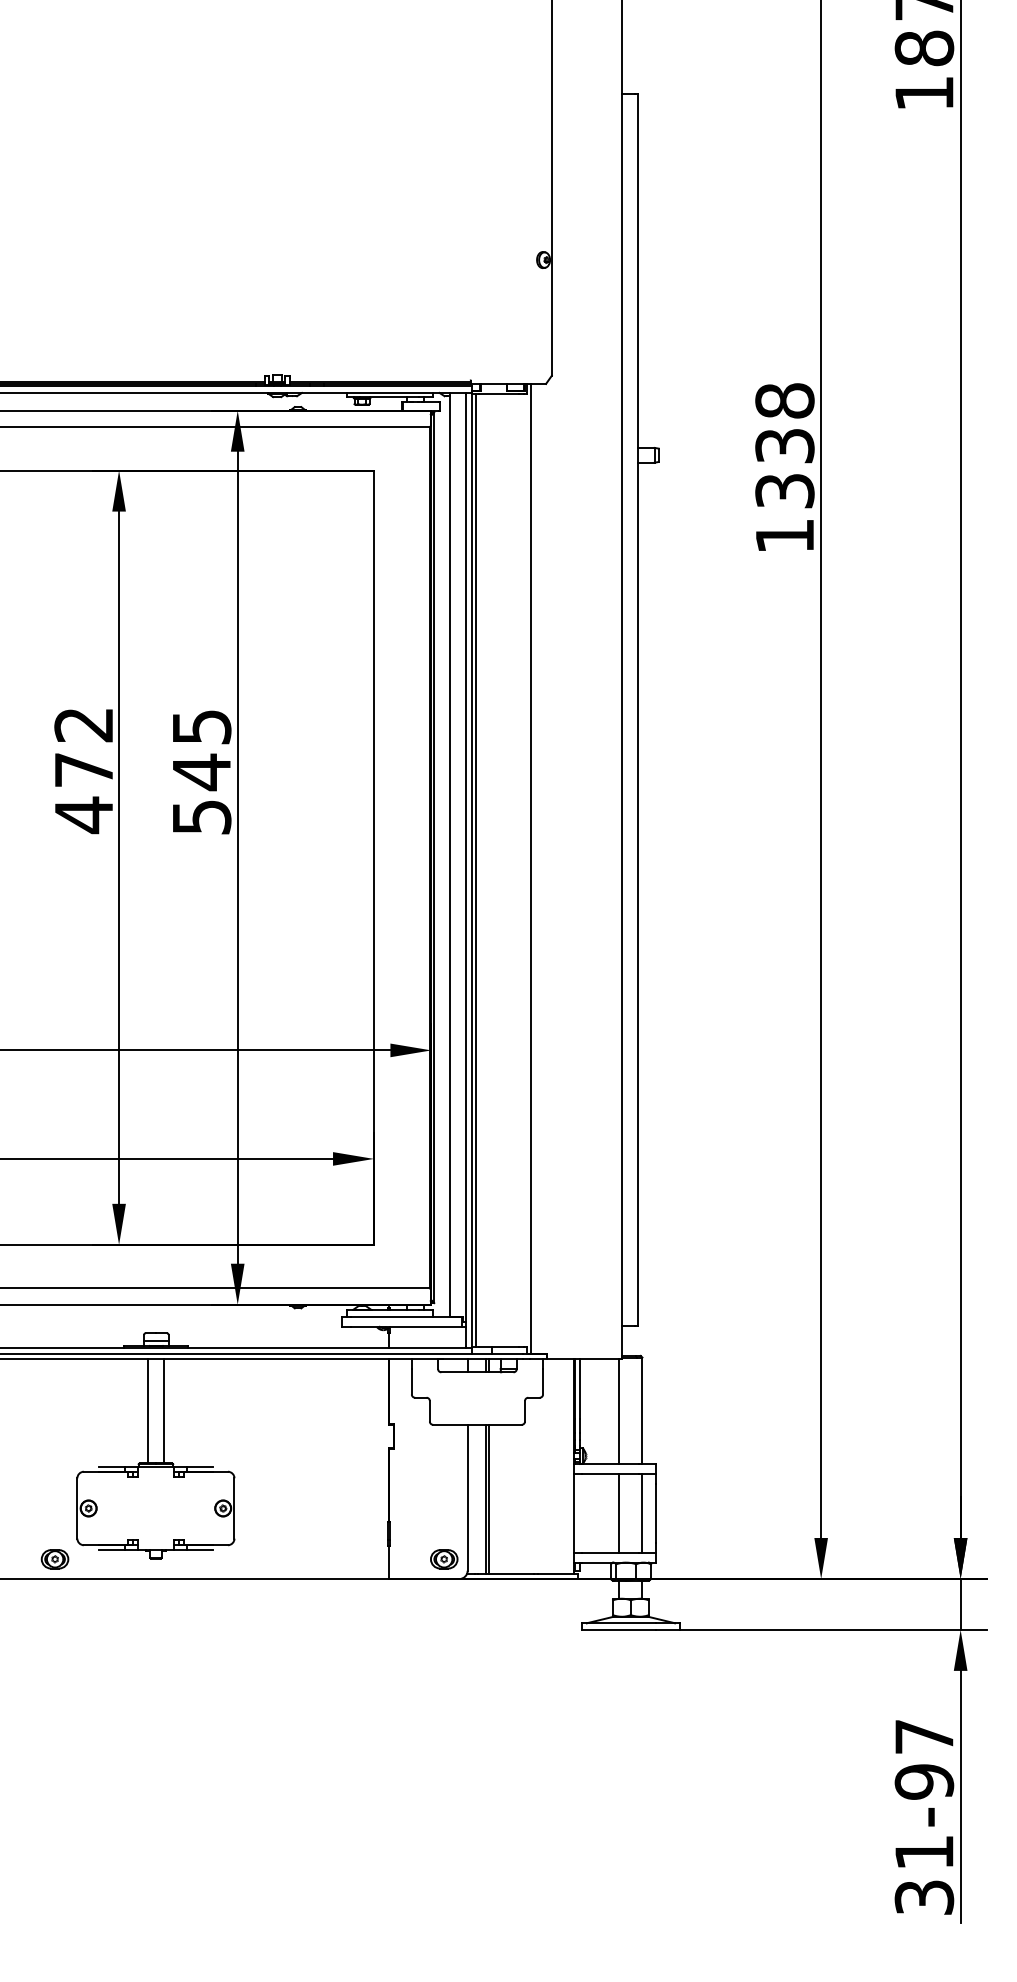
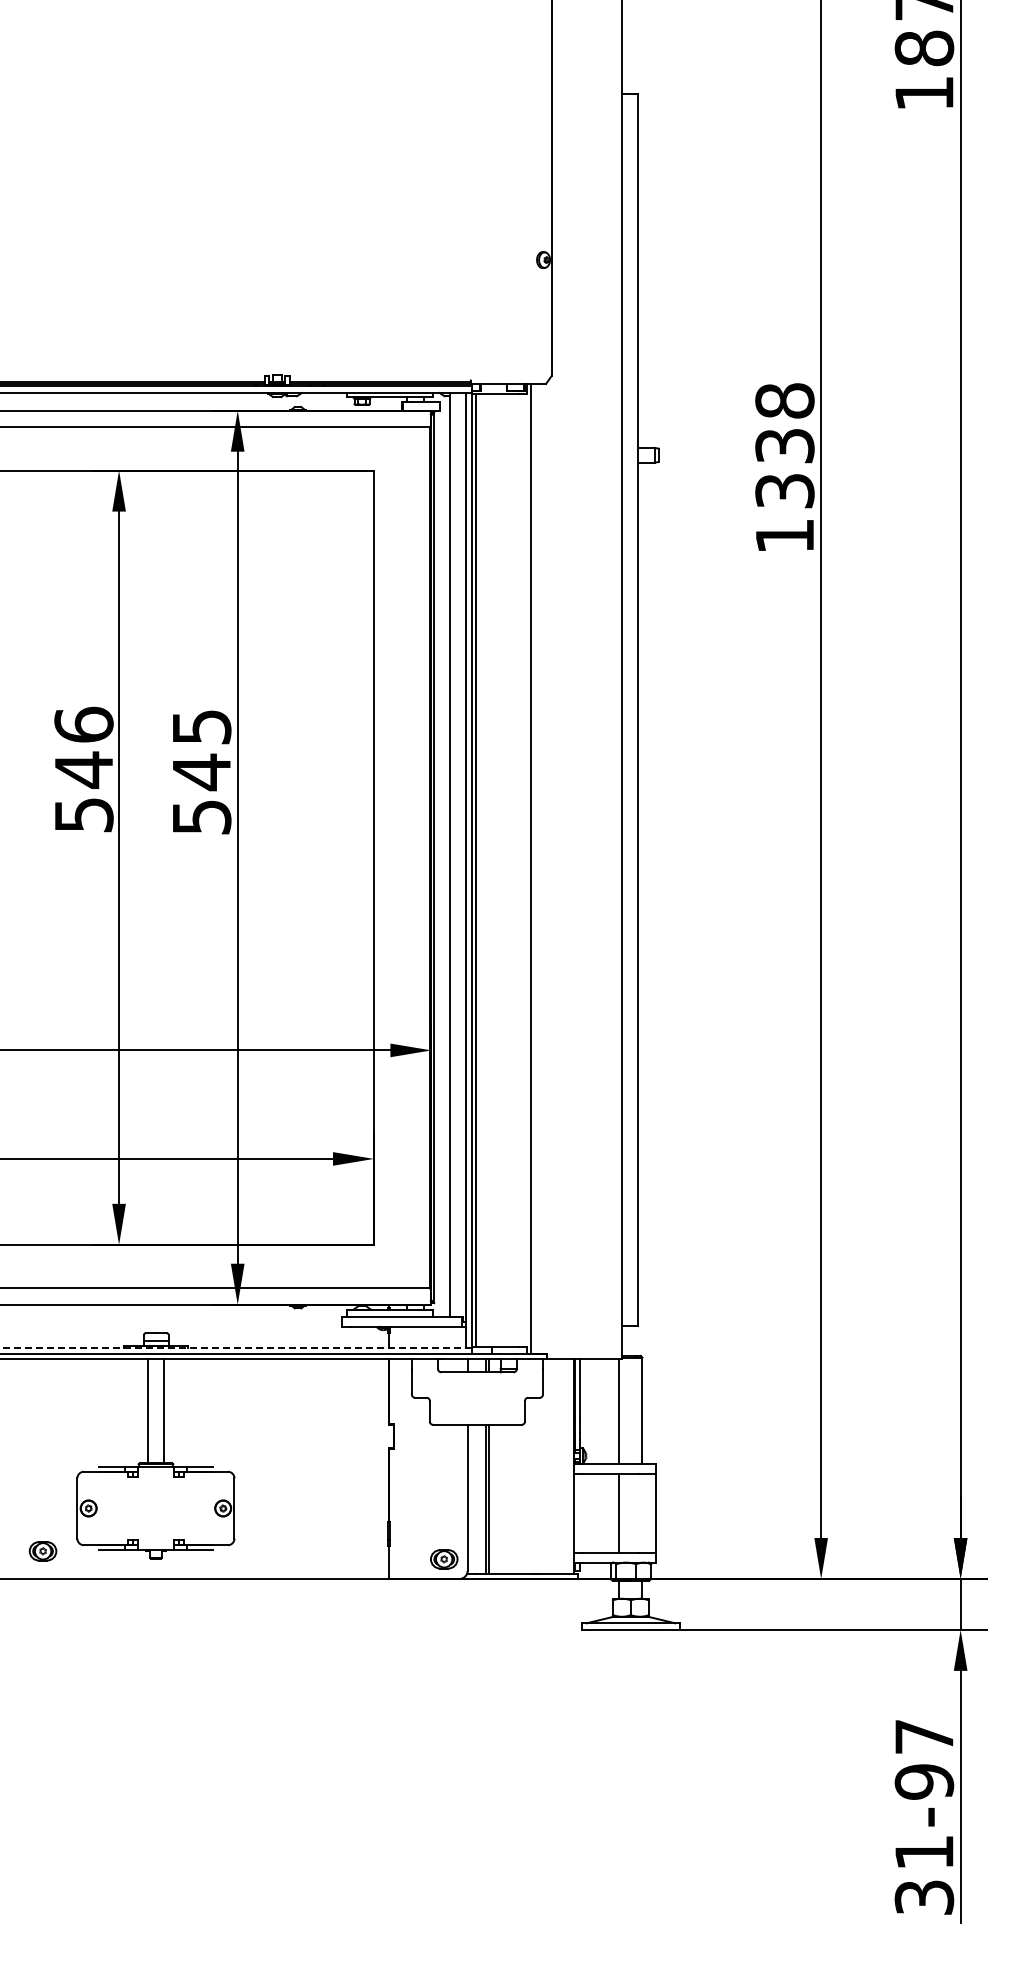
text at (83, 770): 472 -> 546
line at (235, 1347): solid -> dashed
line at (642, 1513): present -> none
part at (54, 1559) position: (54, 1559) -> (42, 1551)
